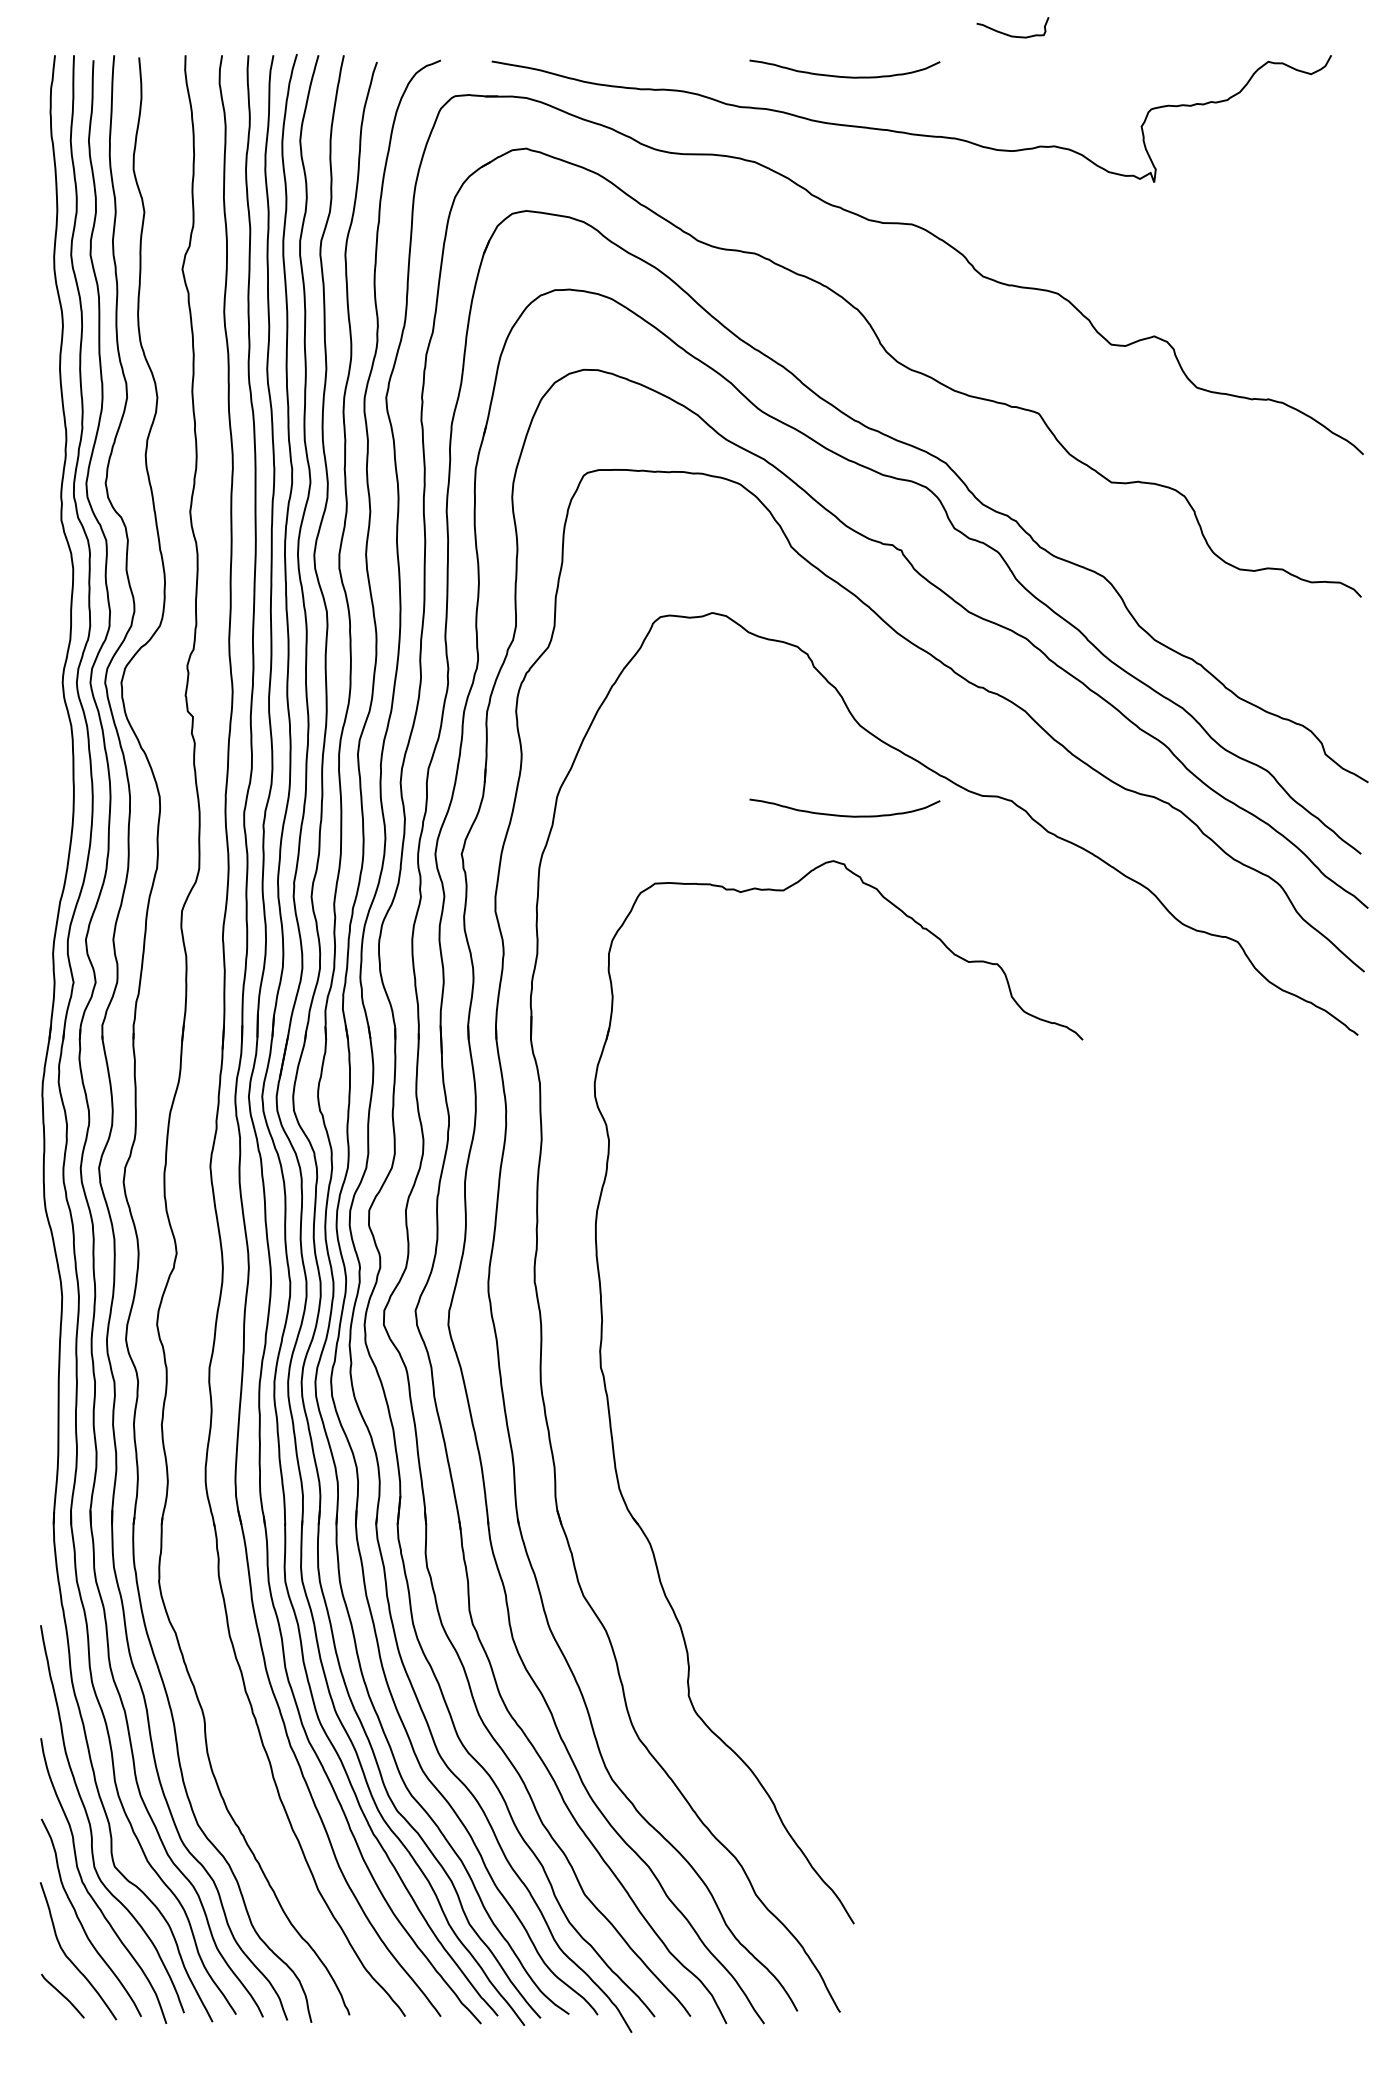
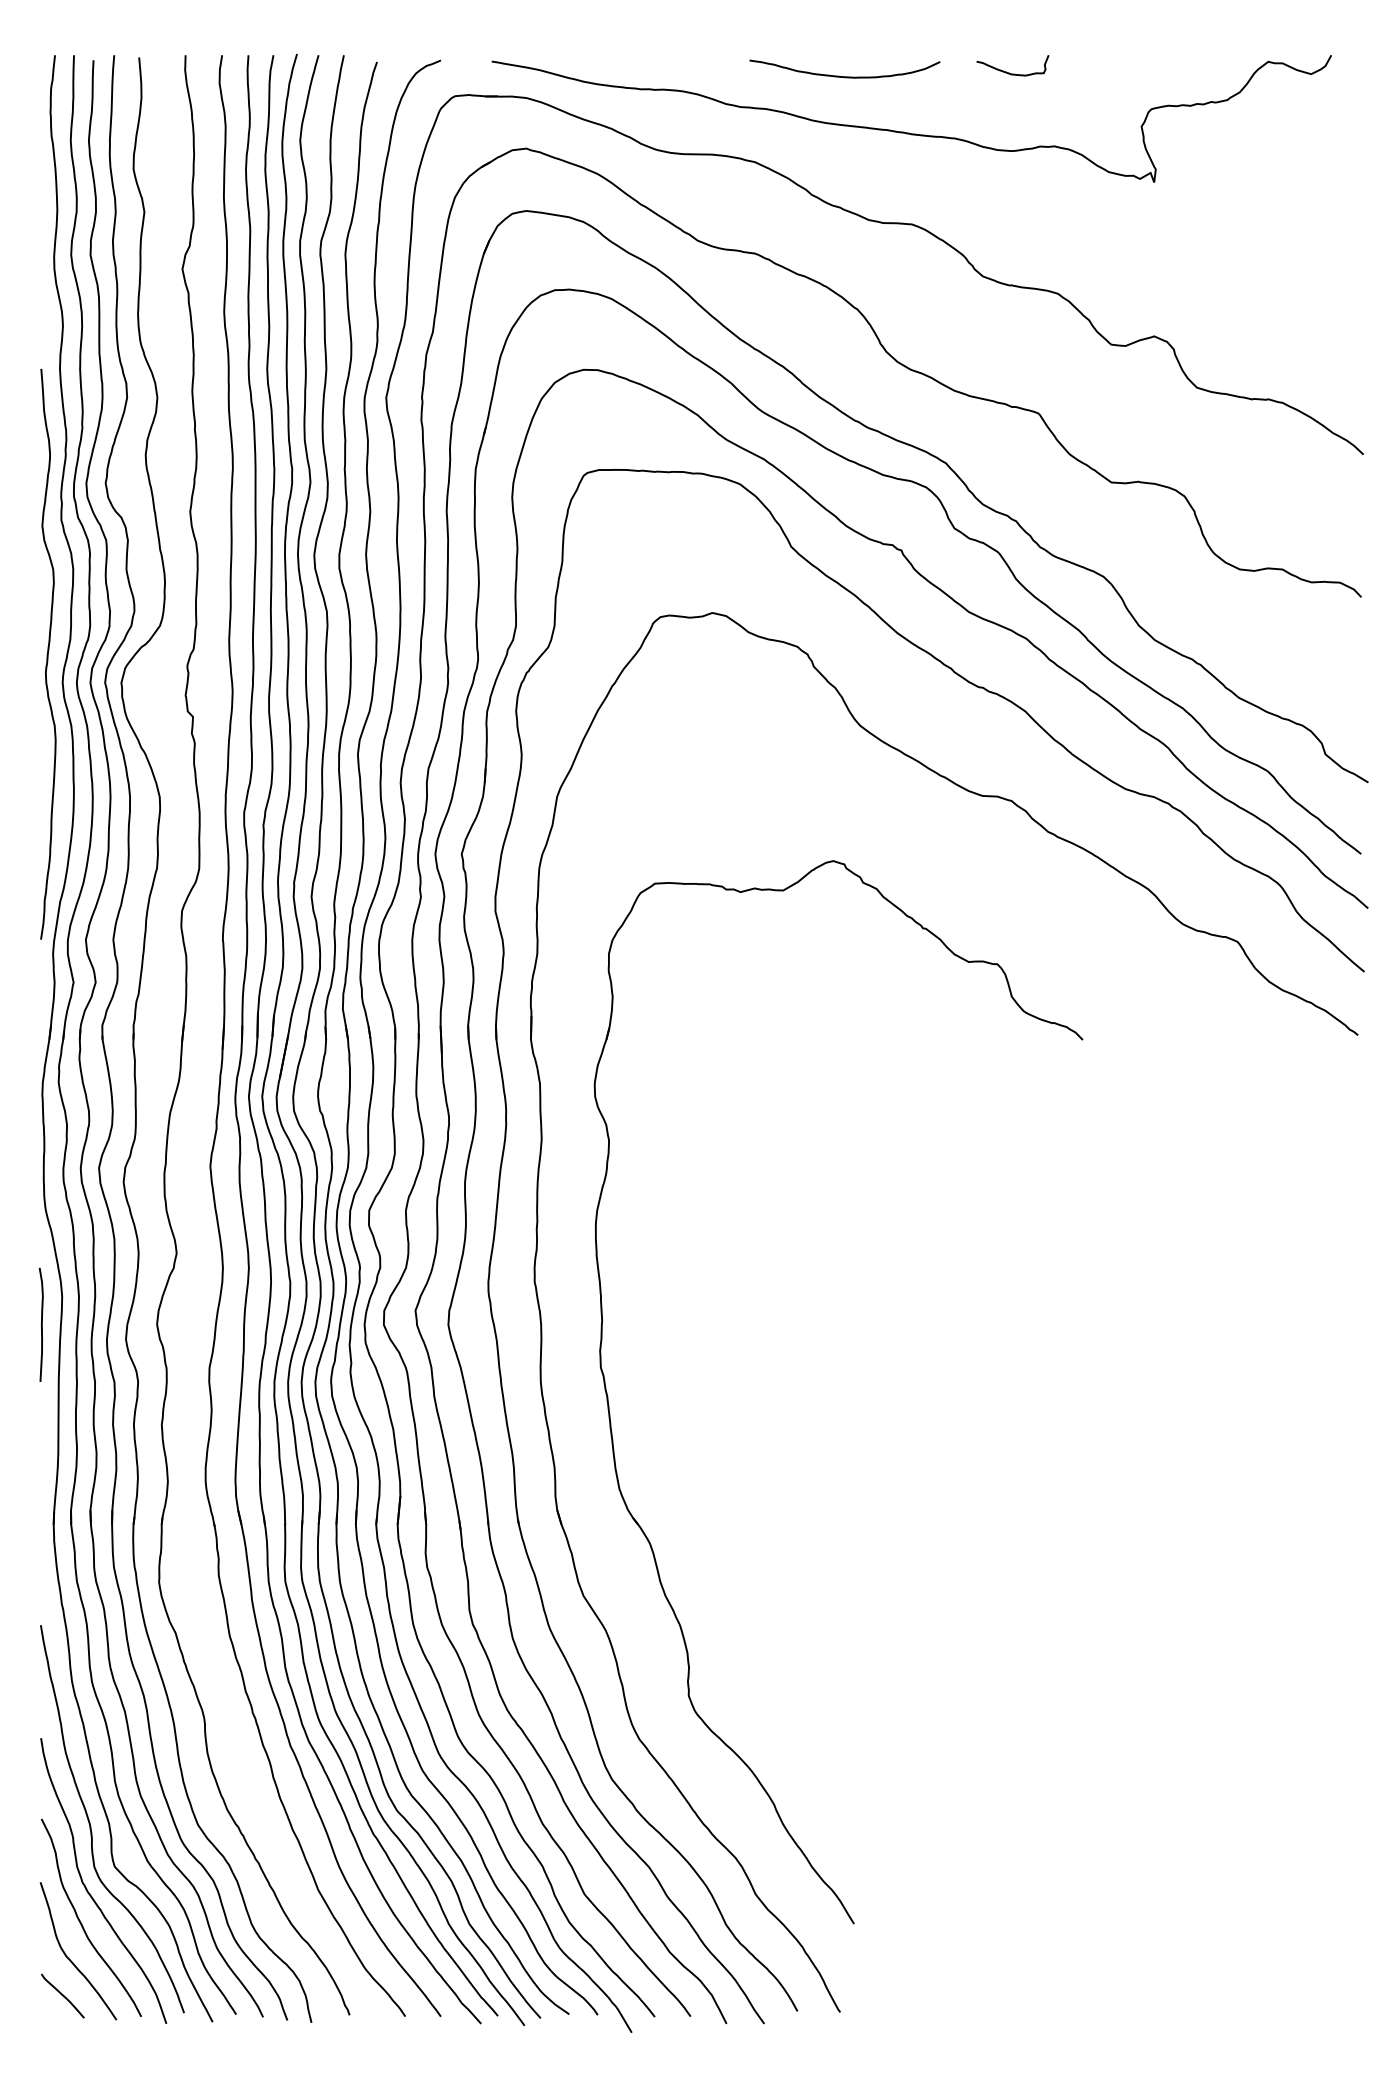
curve at (1009, 34) position: (1009, 34) -> (1009, 72)
curve at (48, 653): none -> present
curve at (844, 815): present -> none
curve at (41, 1324): none -> present
